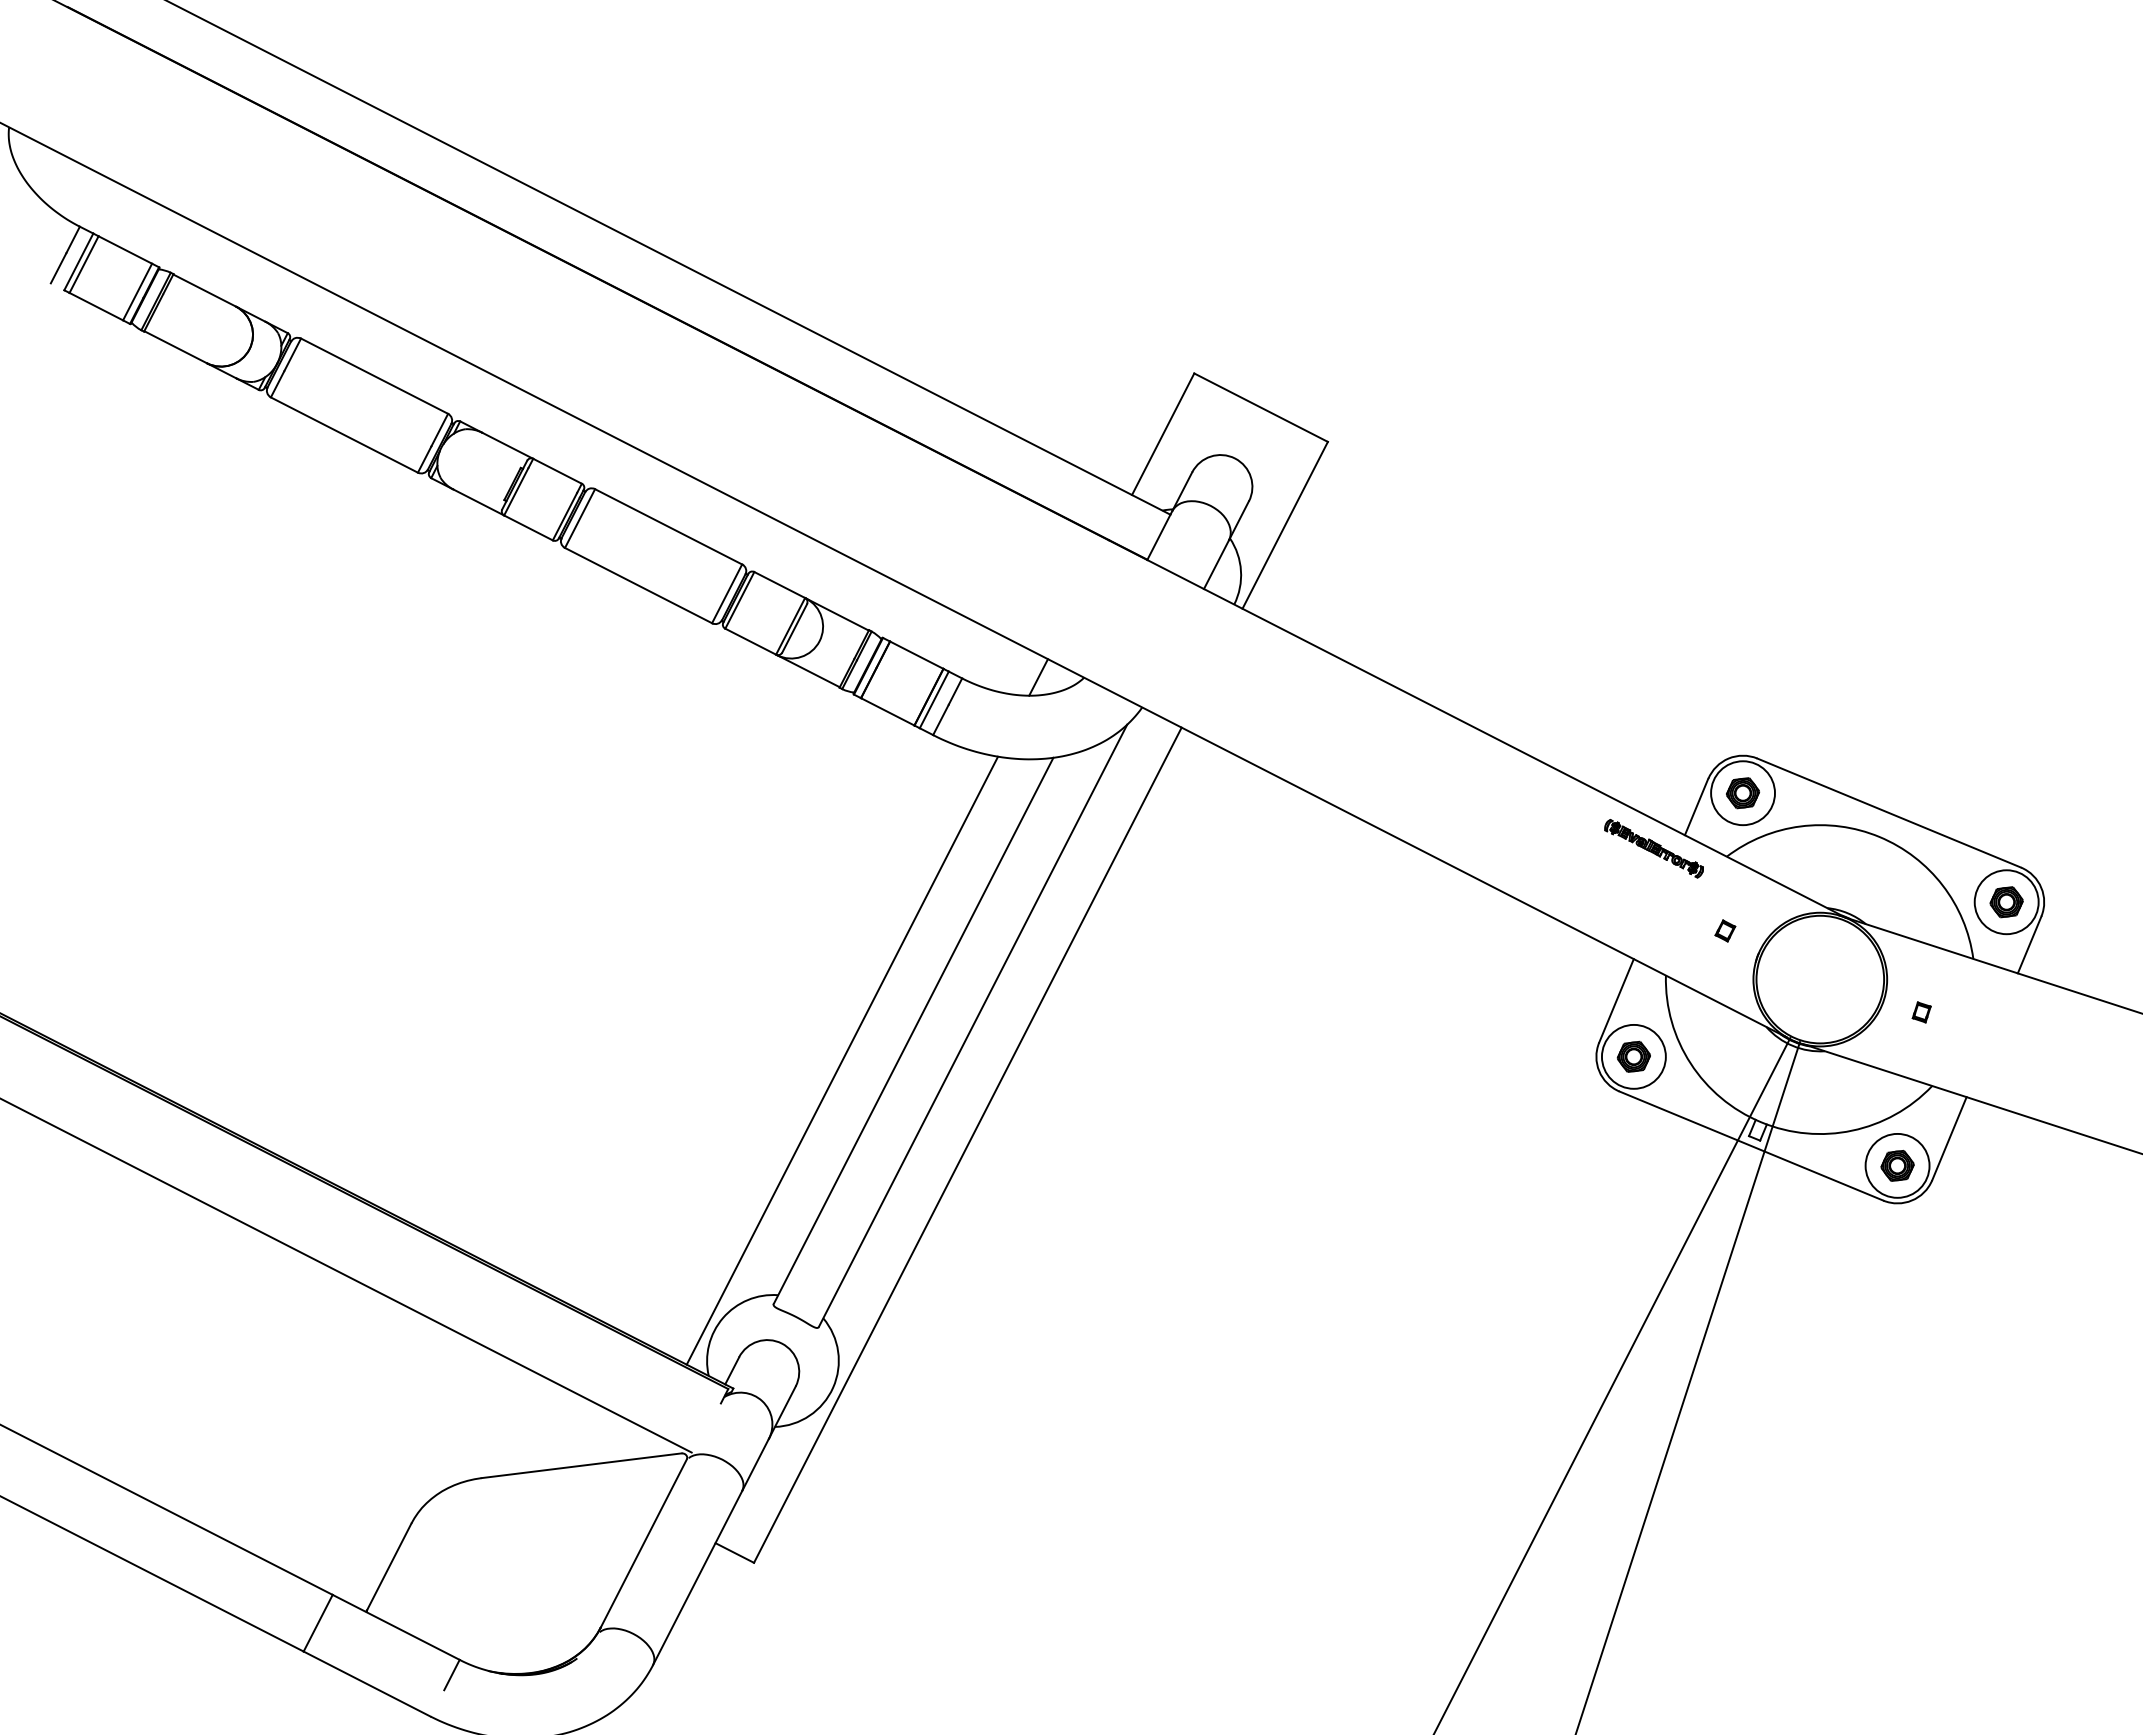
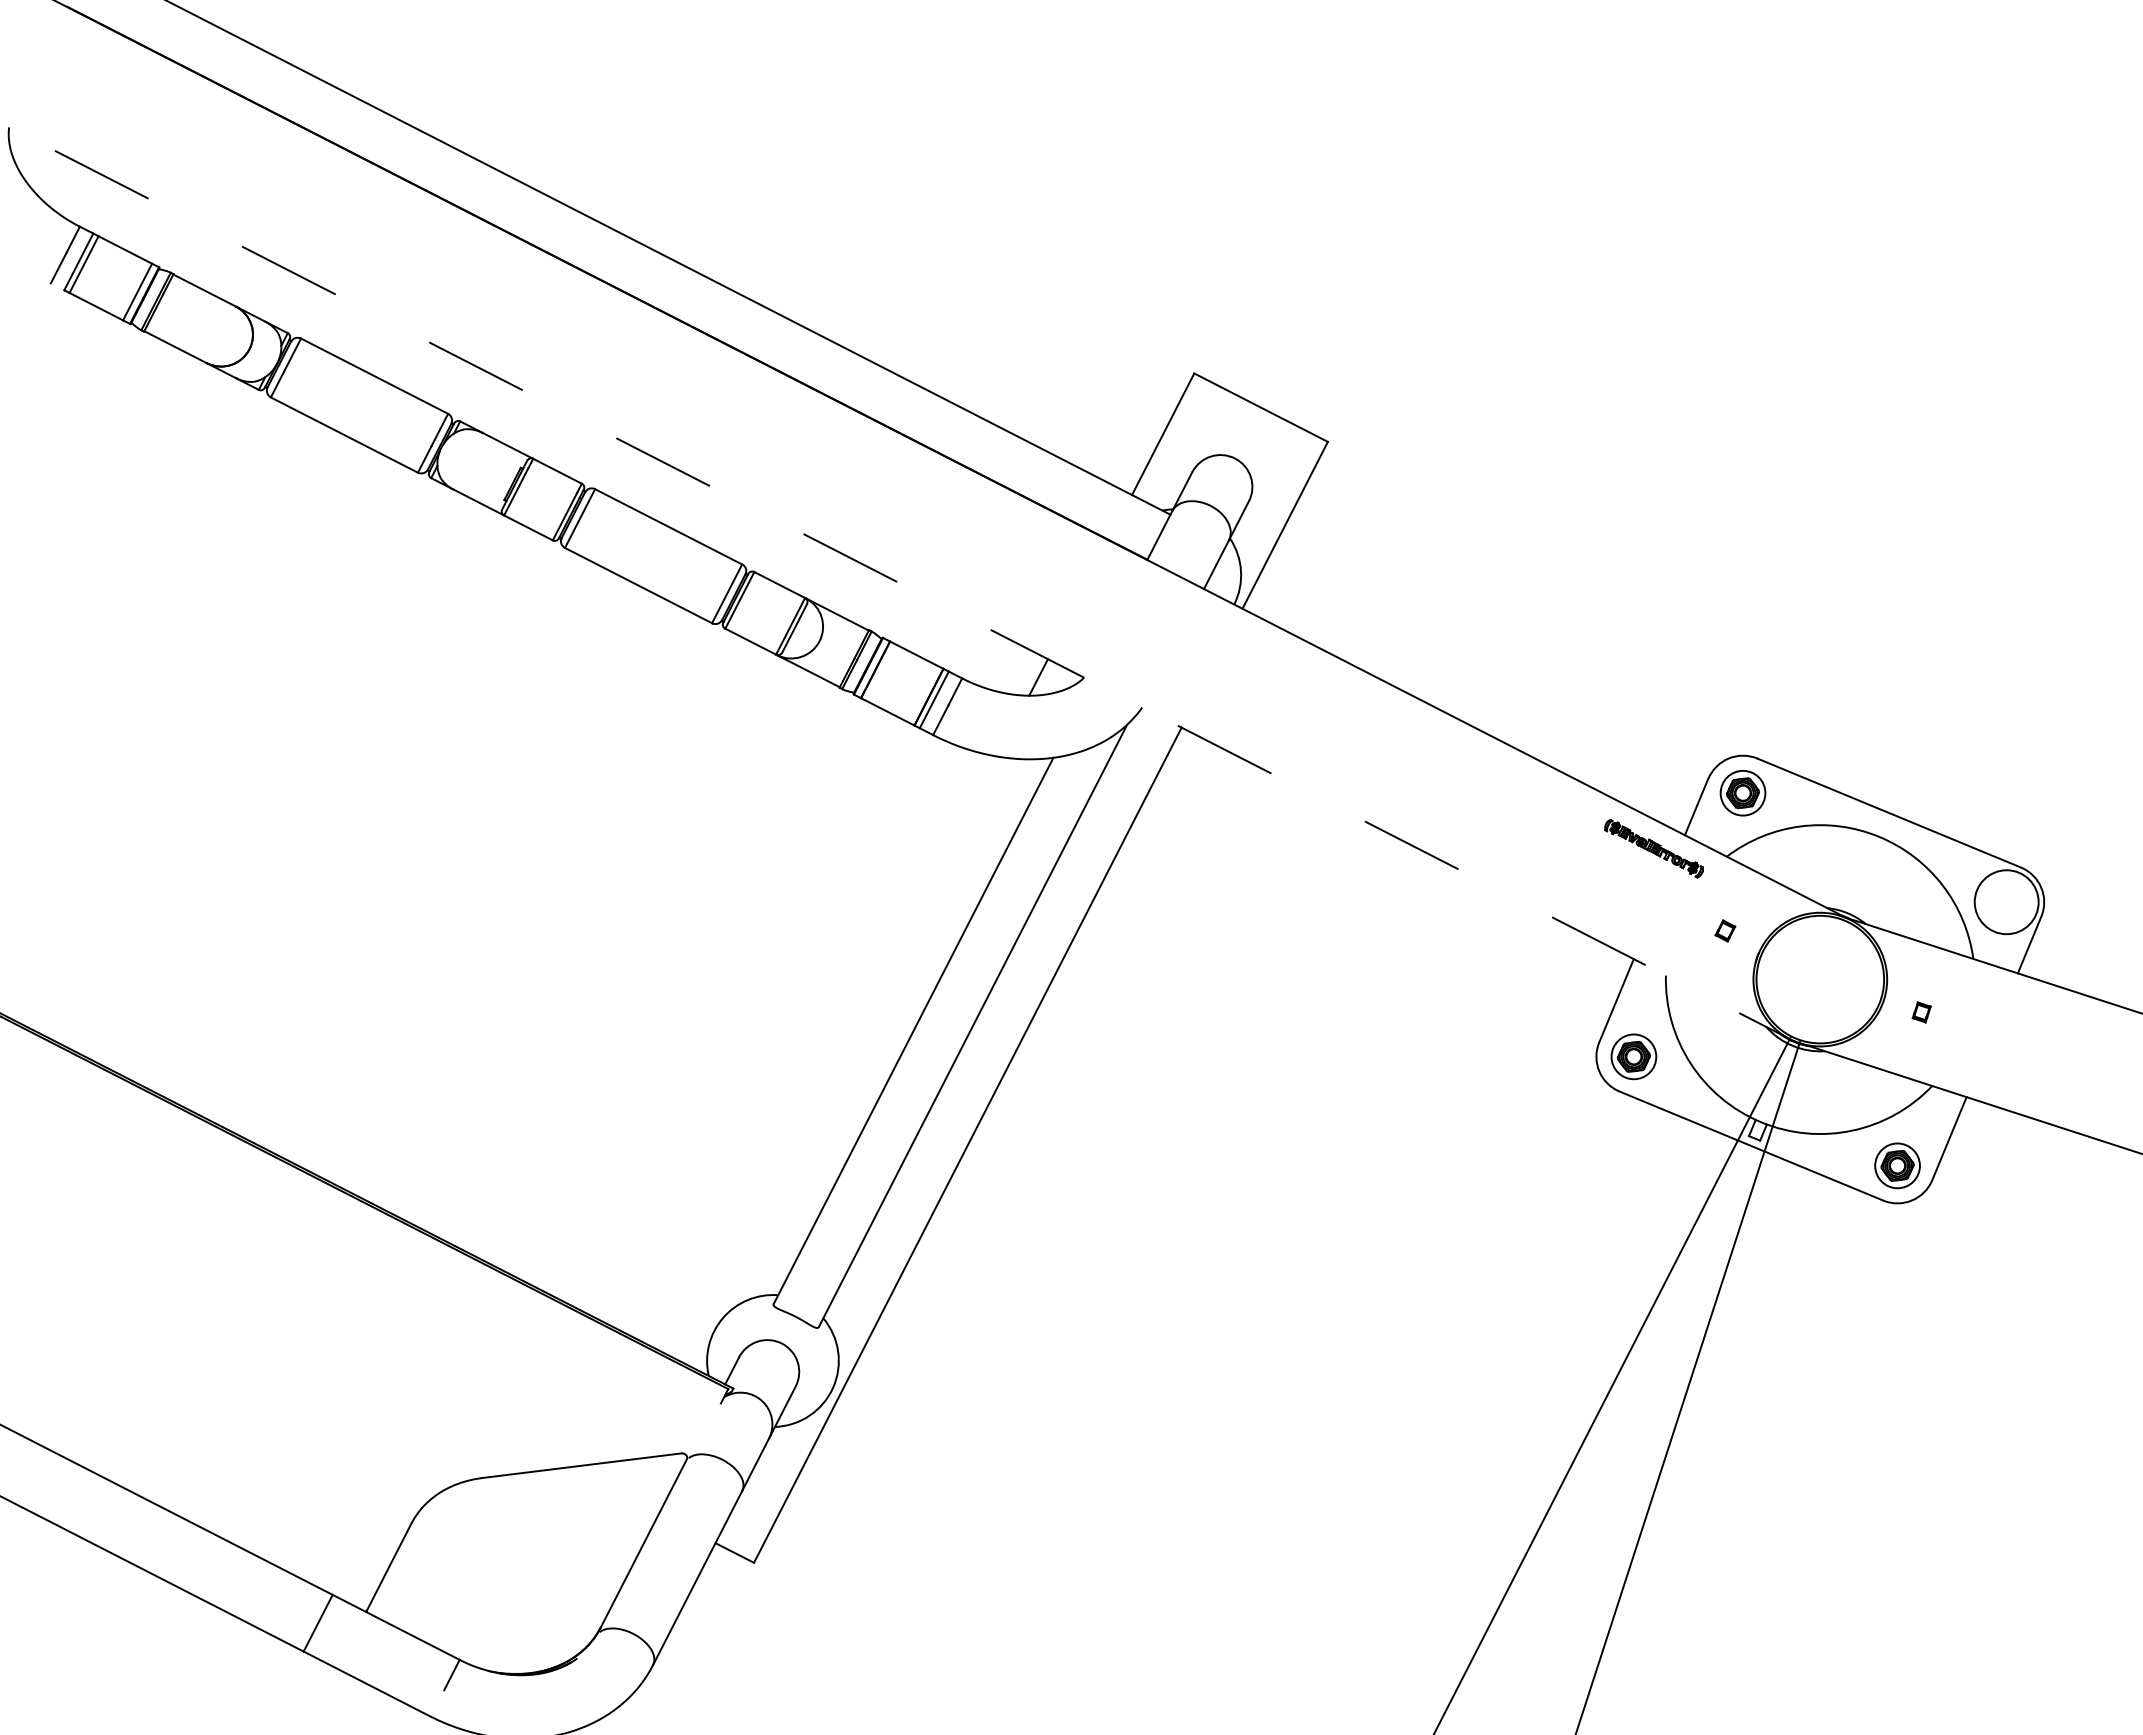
line at (894, 580): solid -> dashed
circle at (1743, 793) diameter: 64 px -> 45 px
part at (2006, 902): present -> none
circle at (1633, 1056) diameter: 64 px -> 45 px
line at (842, 1060): present -> none
circle at (1897, 1165) diameter: 64 px -> 45 px
line at (346, 1275): present -> none
